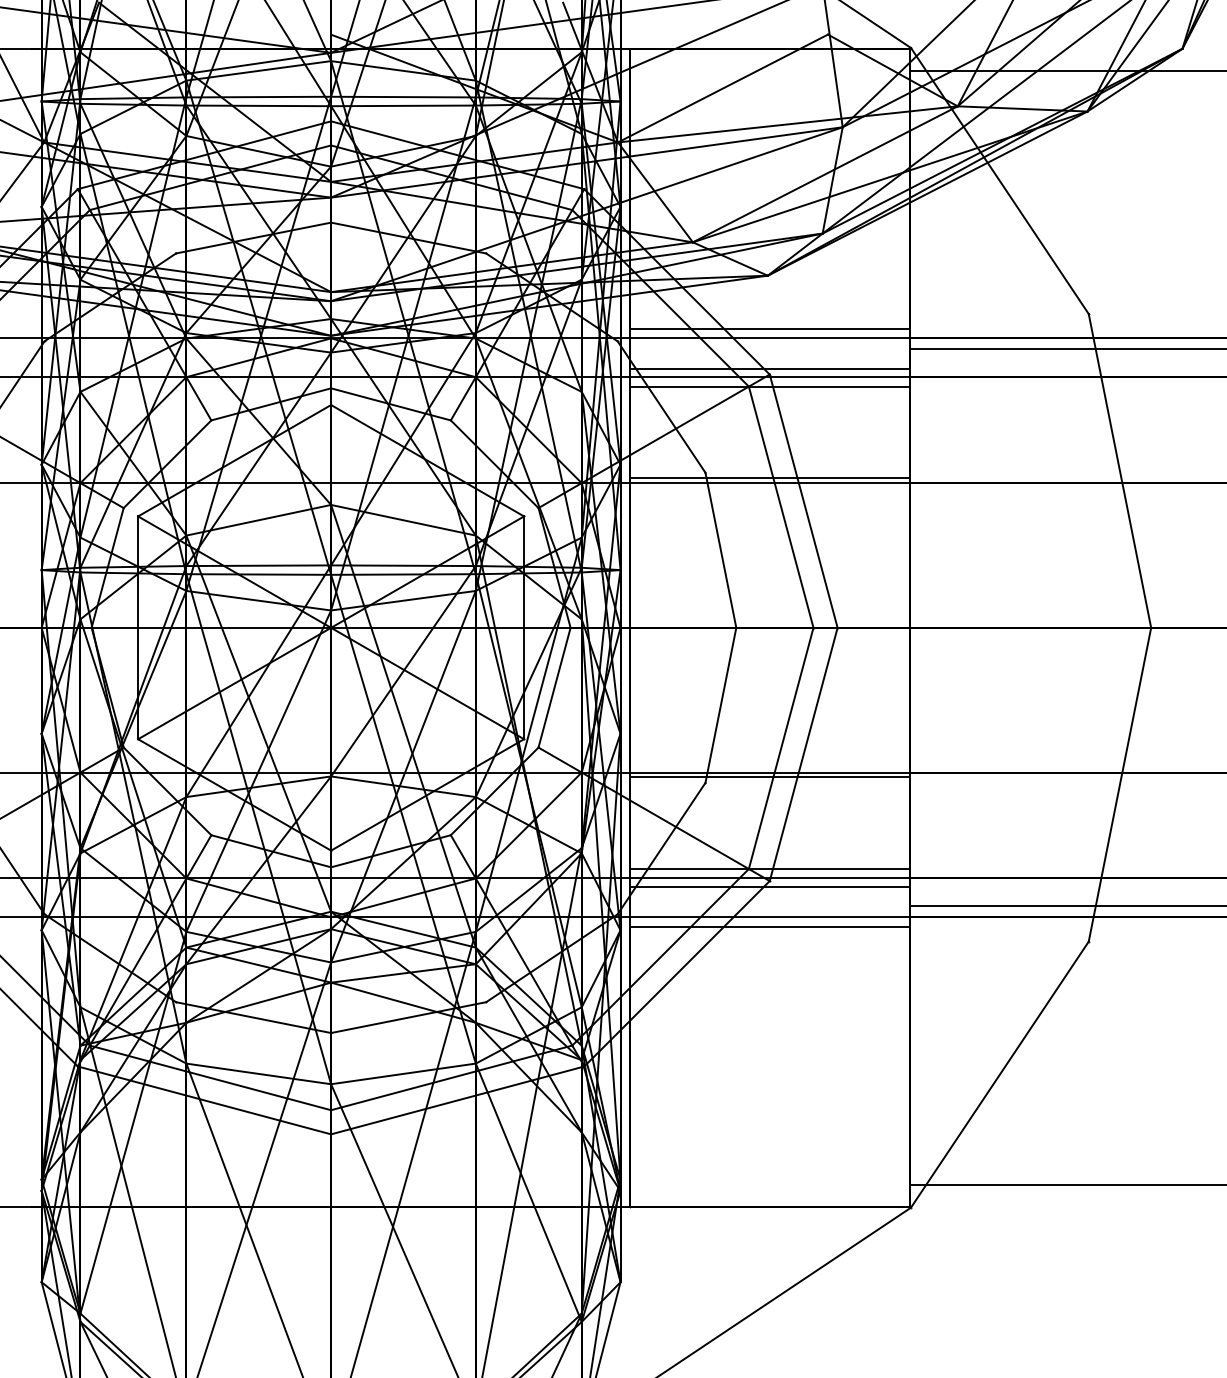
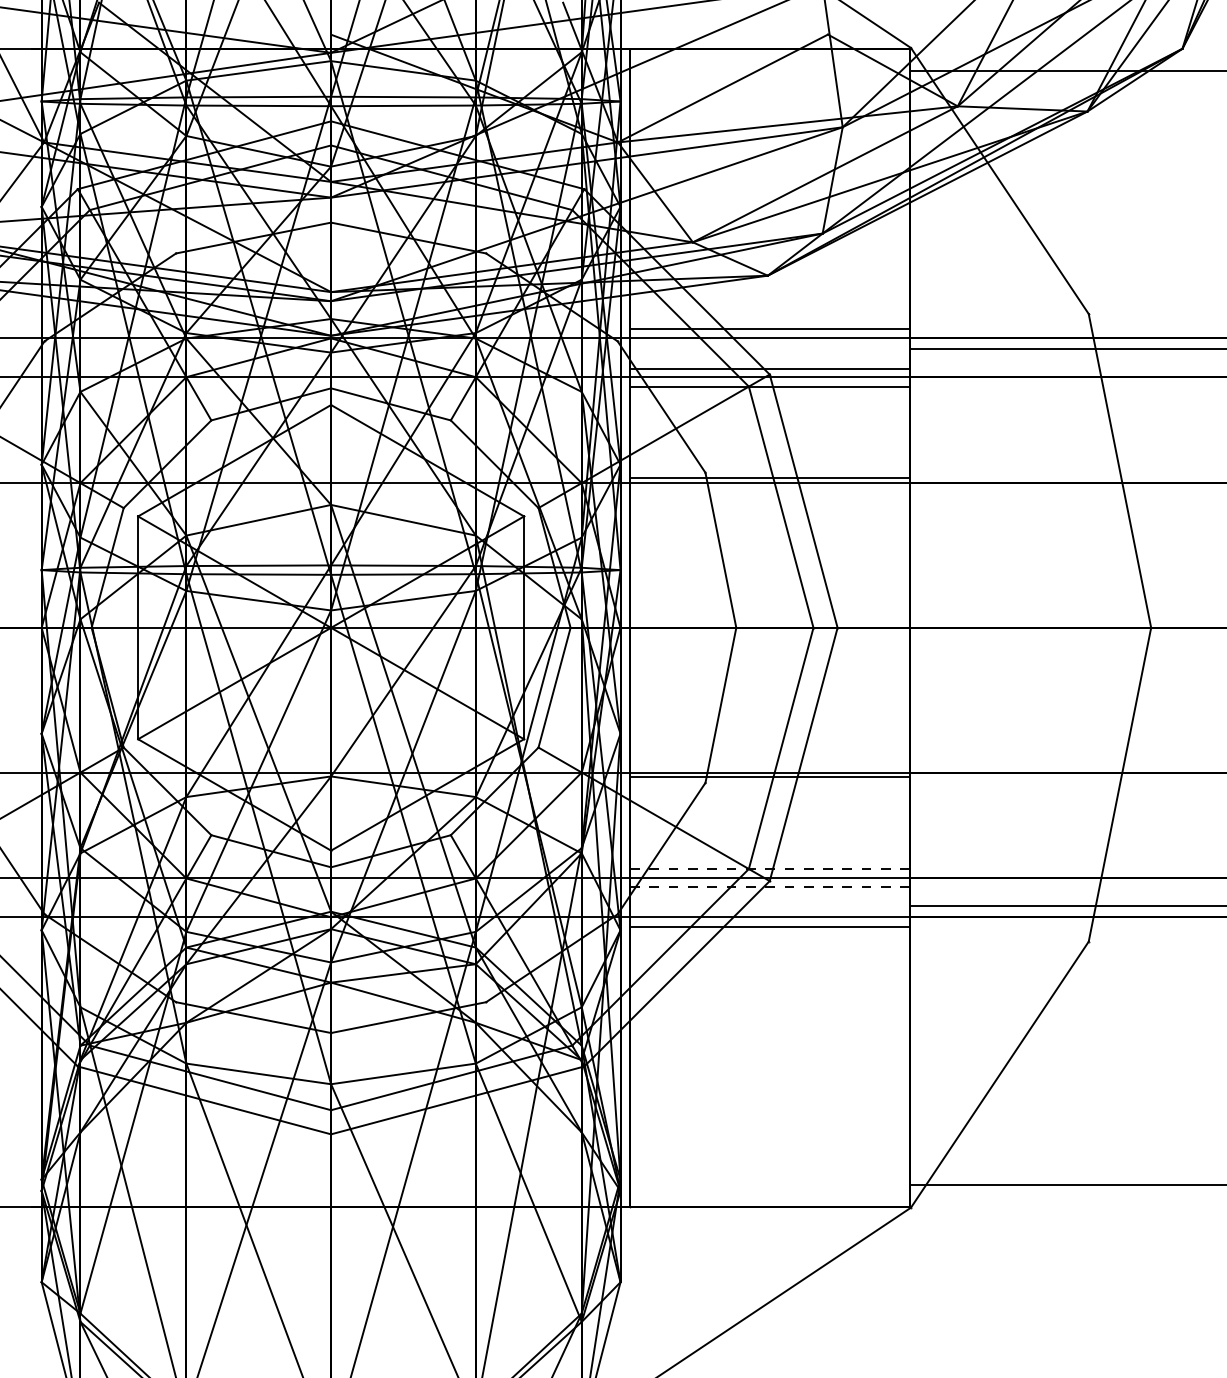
line at (770, 869): solid -> dashed
line at (770, 886): solid -> dashed
